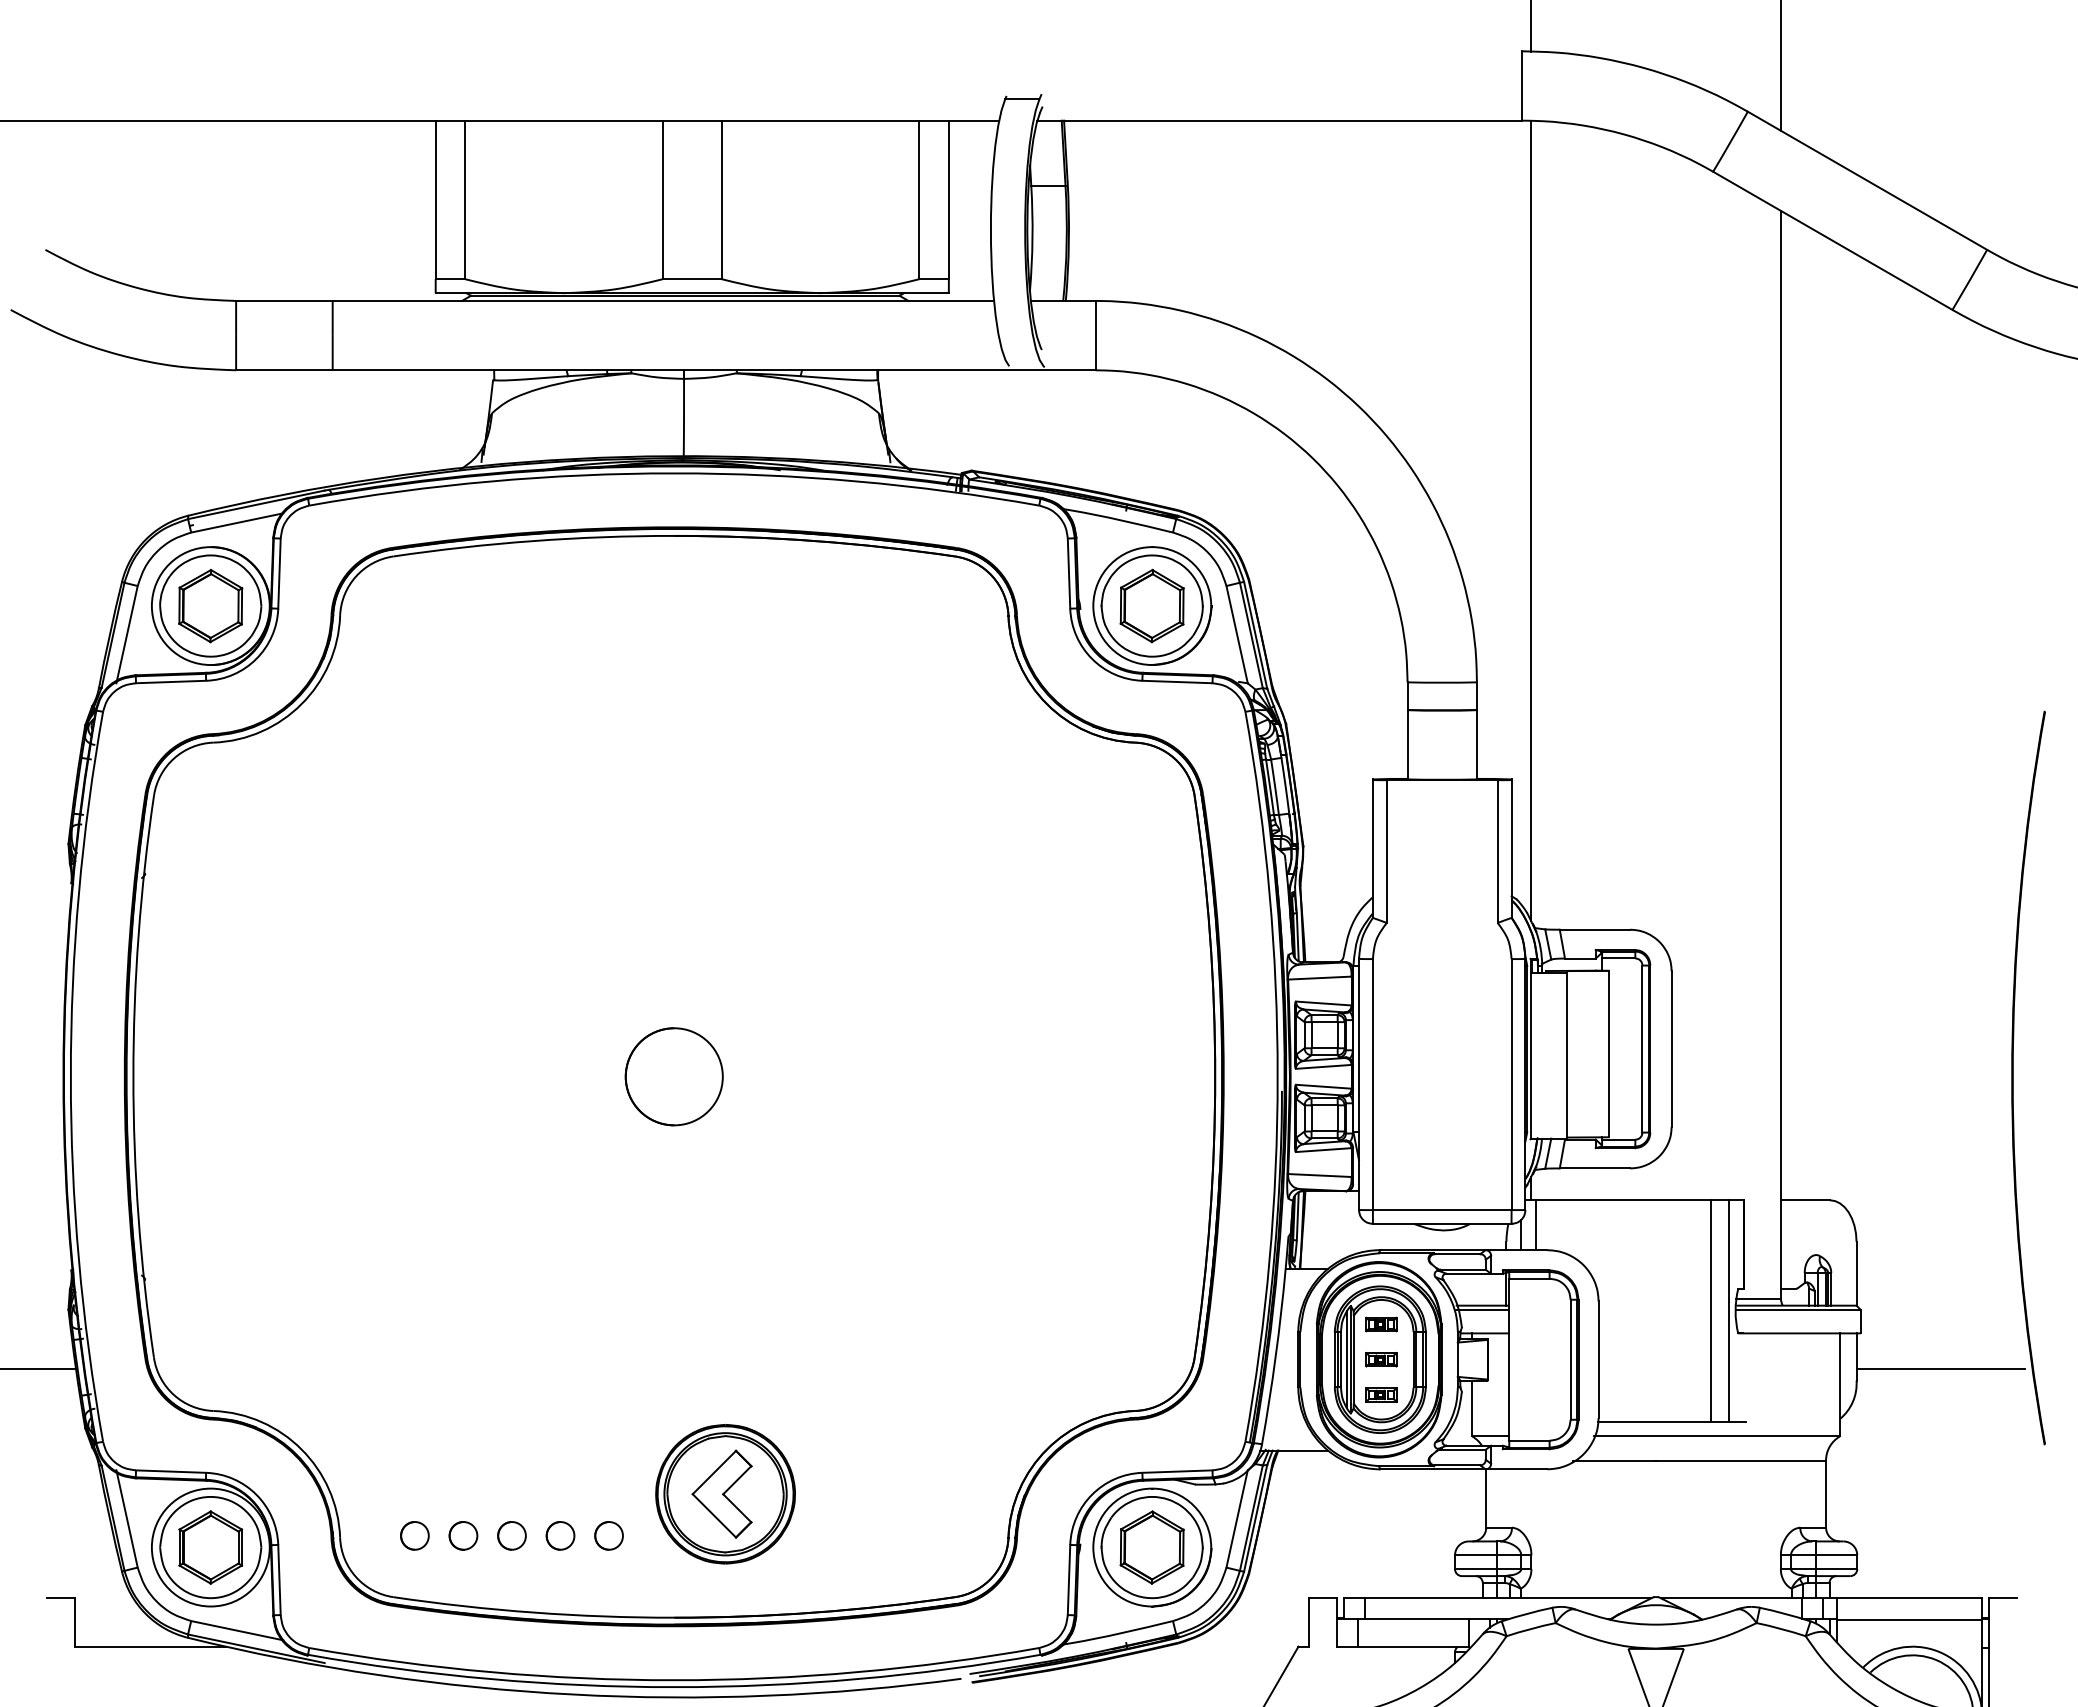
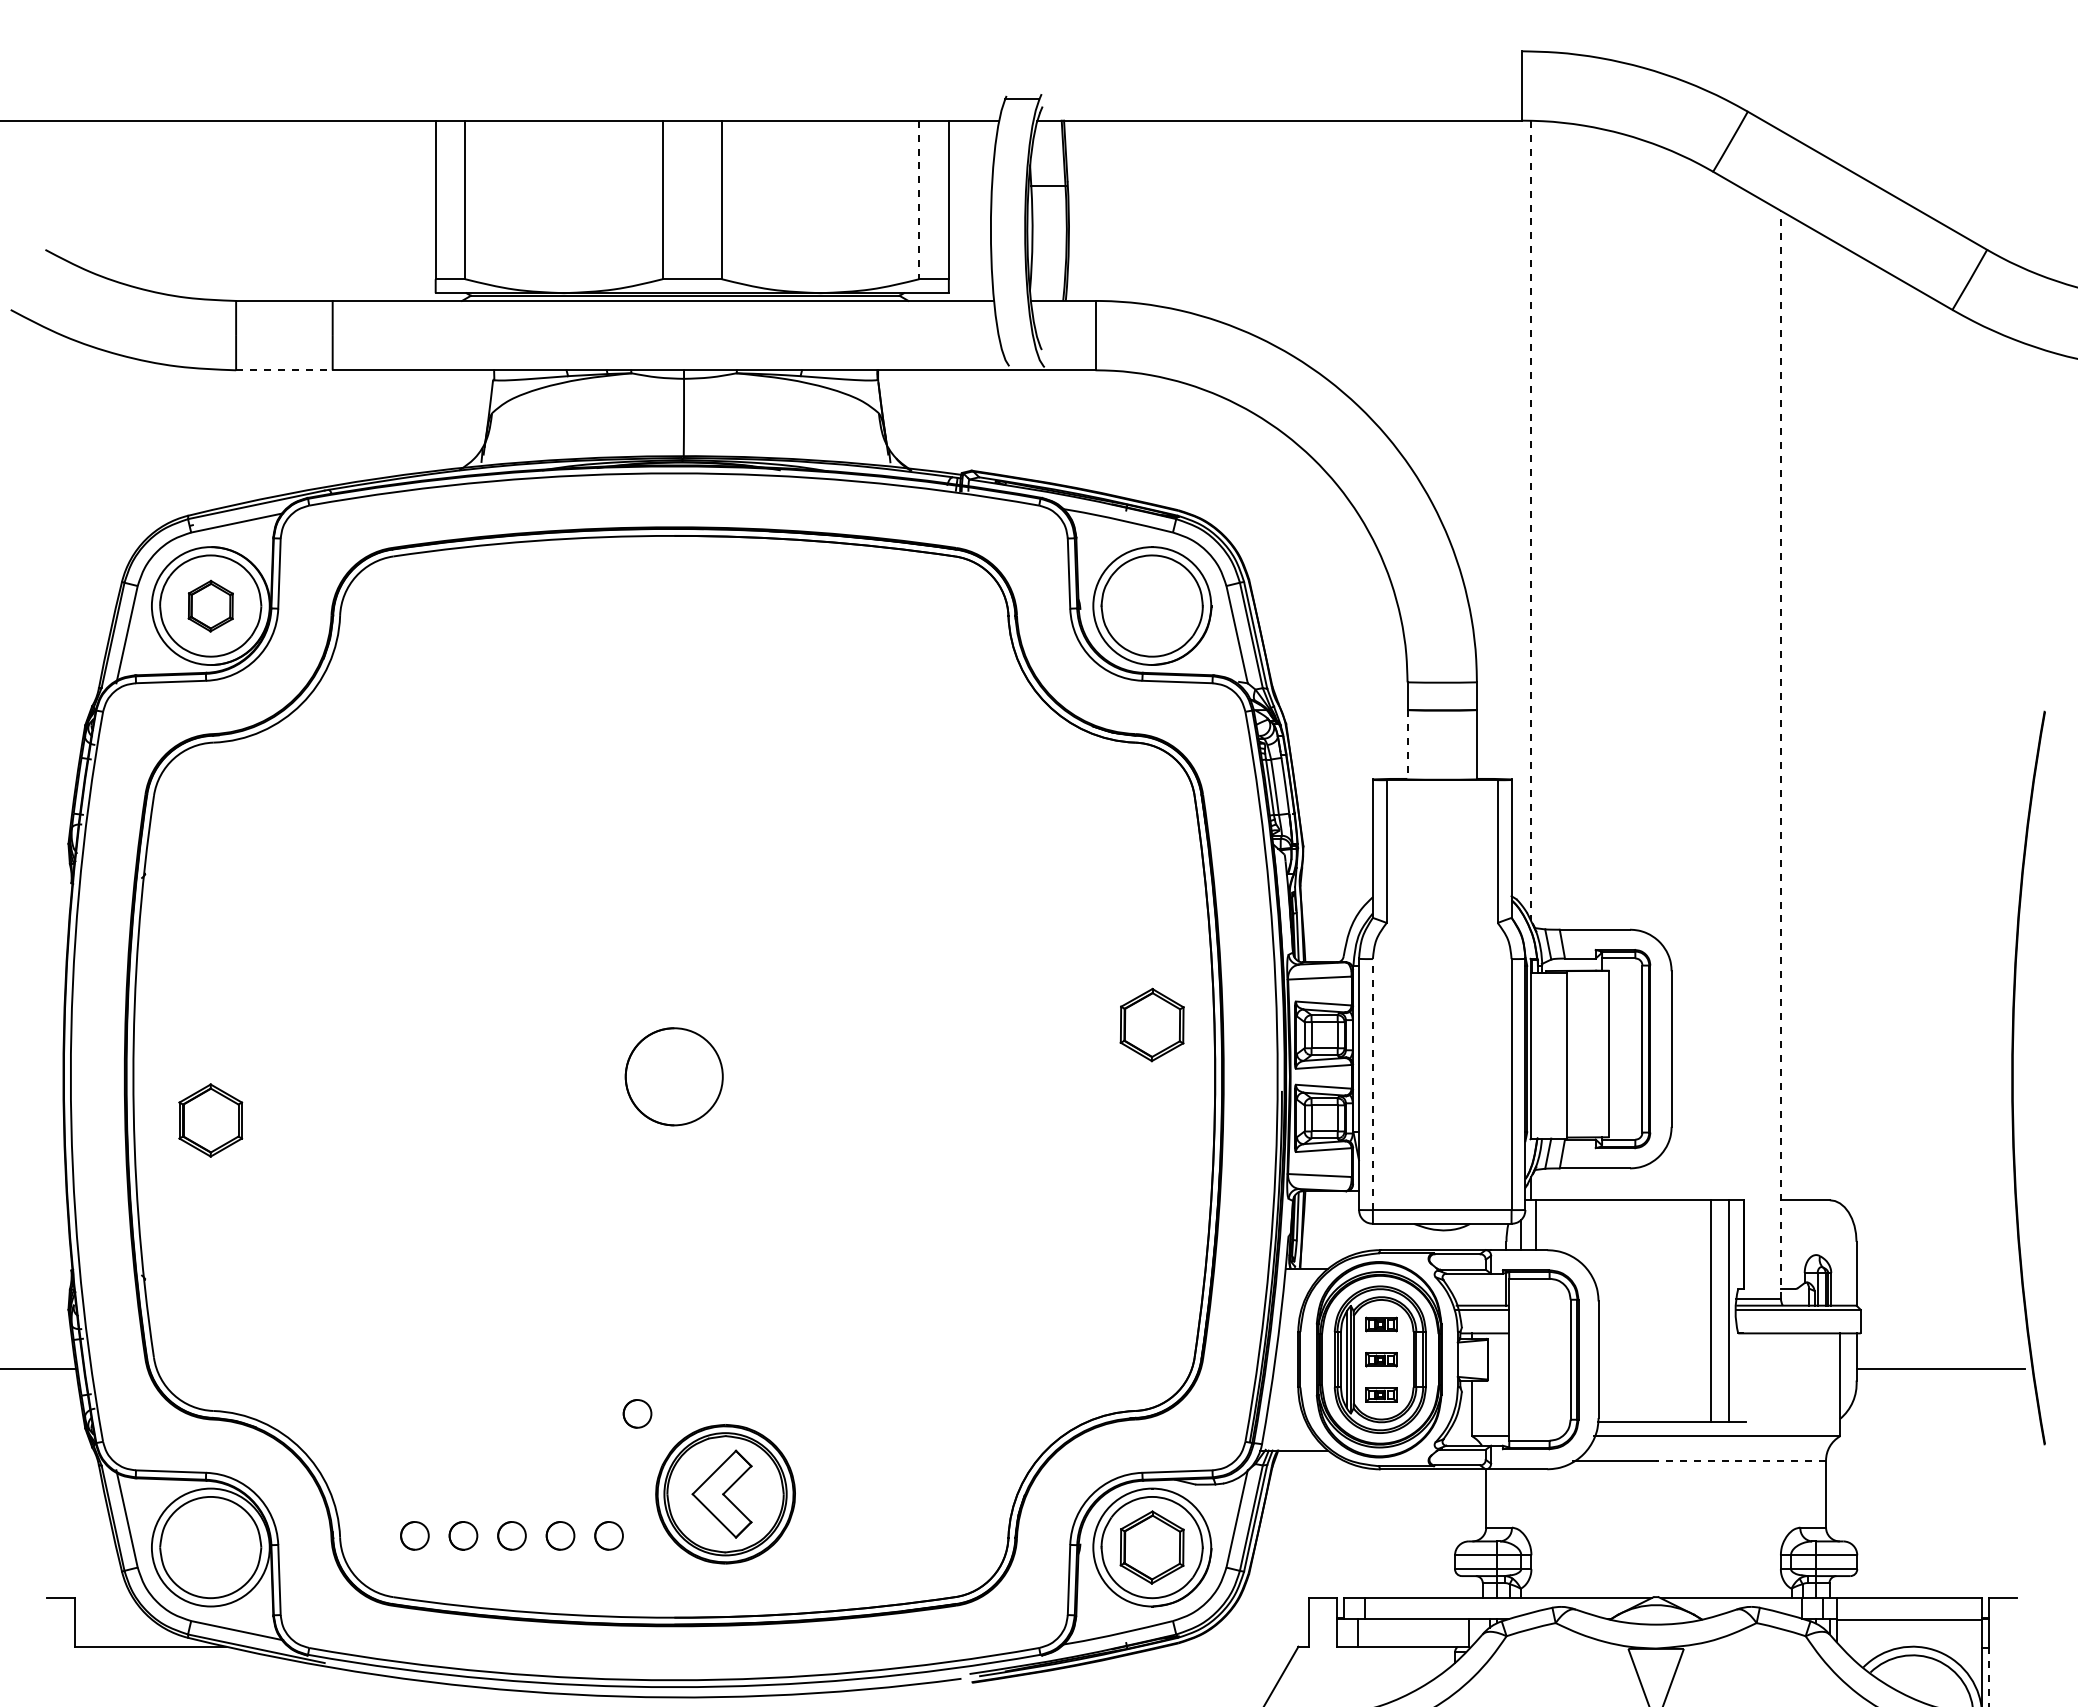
line at (1531, 26): present -> none
line at (1780, 66): present -> none
line at (919, 200): solid -> dashed
line at (284, 370): solid -> dashed
line at (1531, 521): solid -> dashed
part at (1151, 605) position: (1151, 605) -> (1151, 1024)
part at (210, 606) size: 66x75 px -> 47x54 px
line at (1407, 744): solid -> dashed
line at (1780, 754): solid -> dashed
line at (1372, 1084): solid -> dashed
part at (637, 1413): none -> present
line at (1741, 1460): solid -> dashed
part at (210, 1547) position: (210, 1547) -> (210, 1120)
line at (1989, 1676): solid -> dashed
